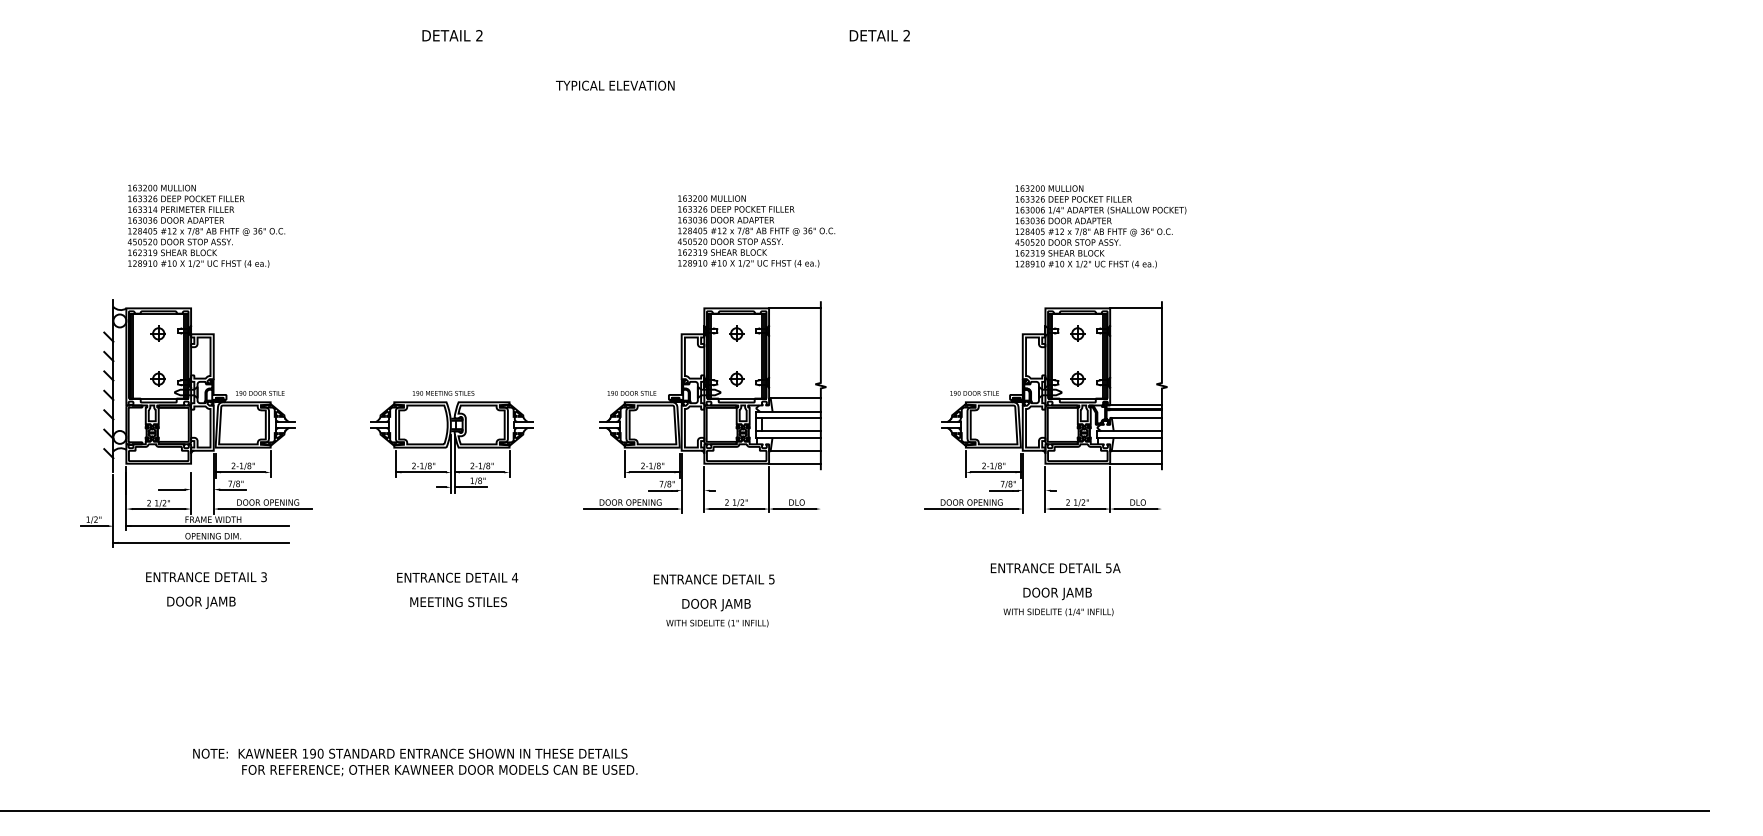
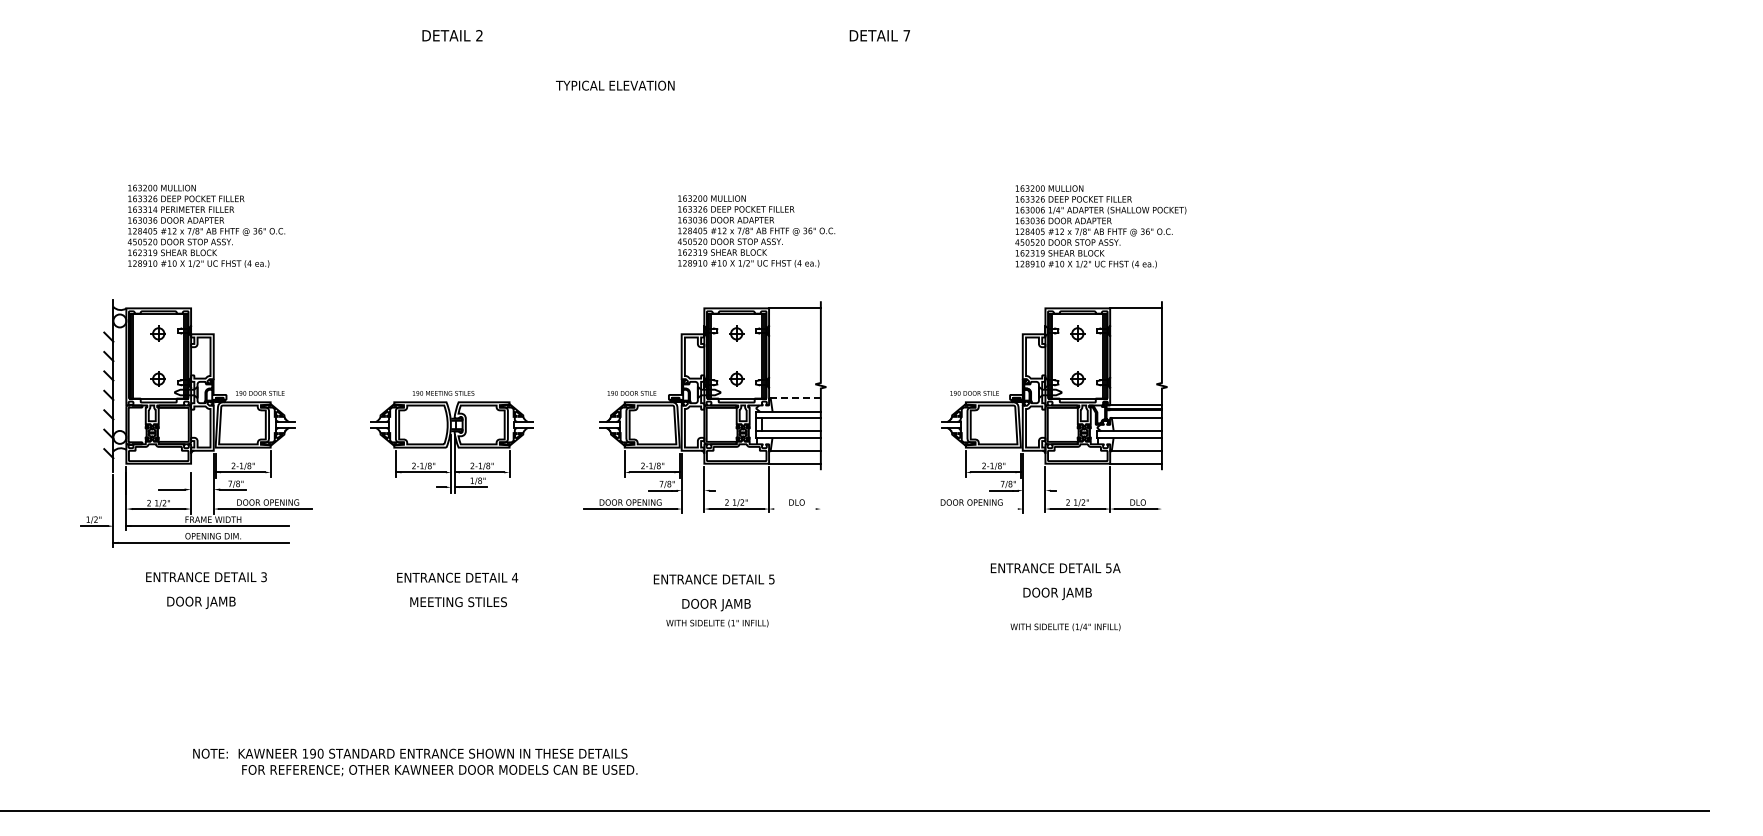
text at (906, 35): 2 -> 7
line at (796, 398): solid -> dashed
line at (794, 509): present -> none
line at (970, 509): present -> none
text at (1058, 612) position: (1058, 612) -> (1065, 627)
